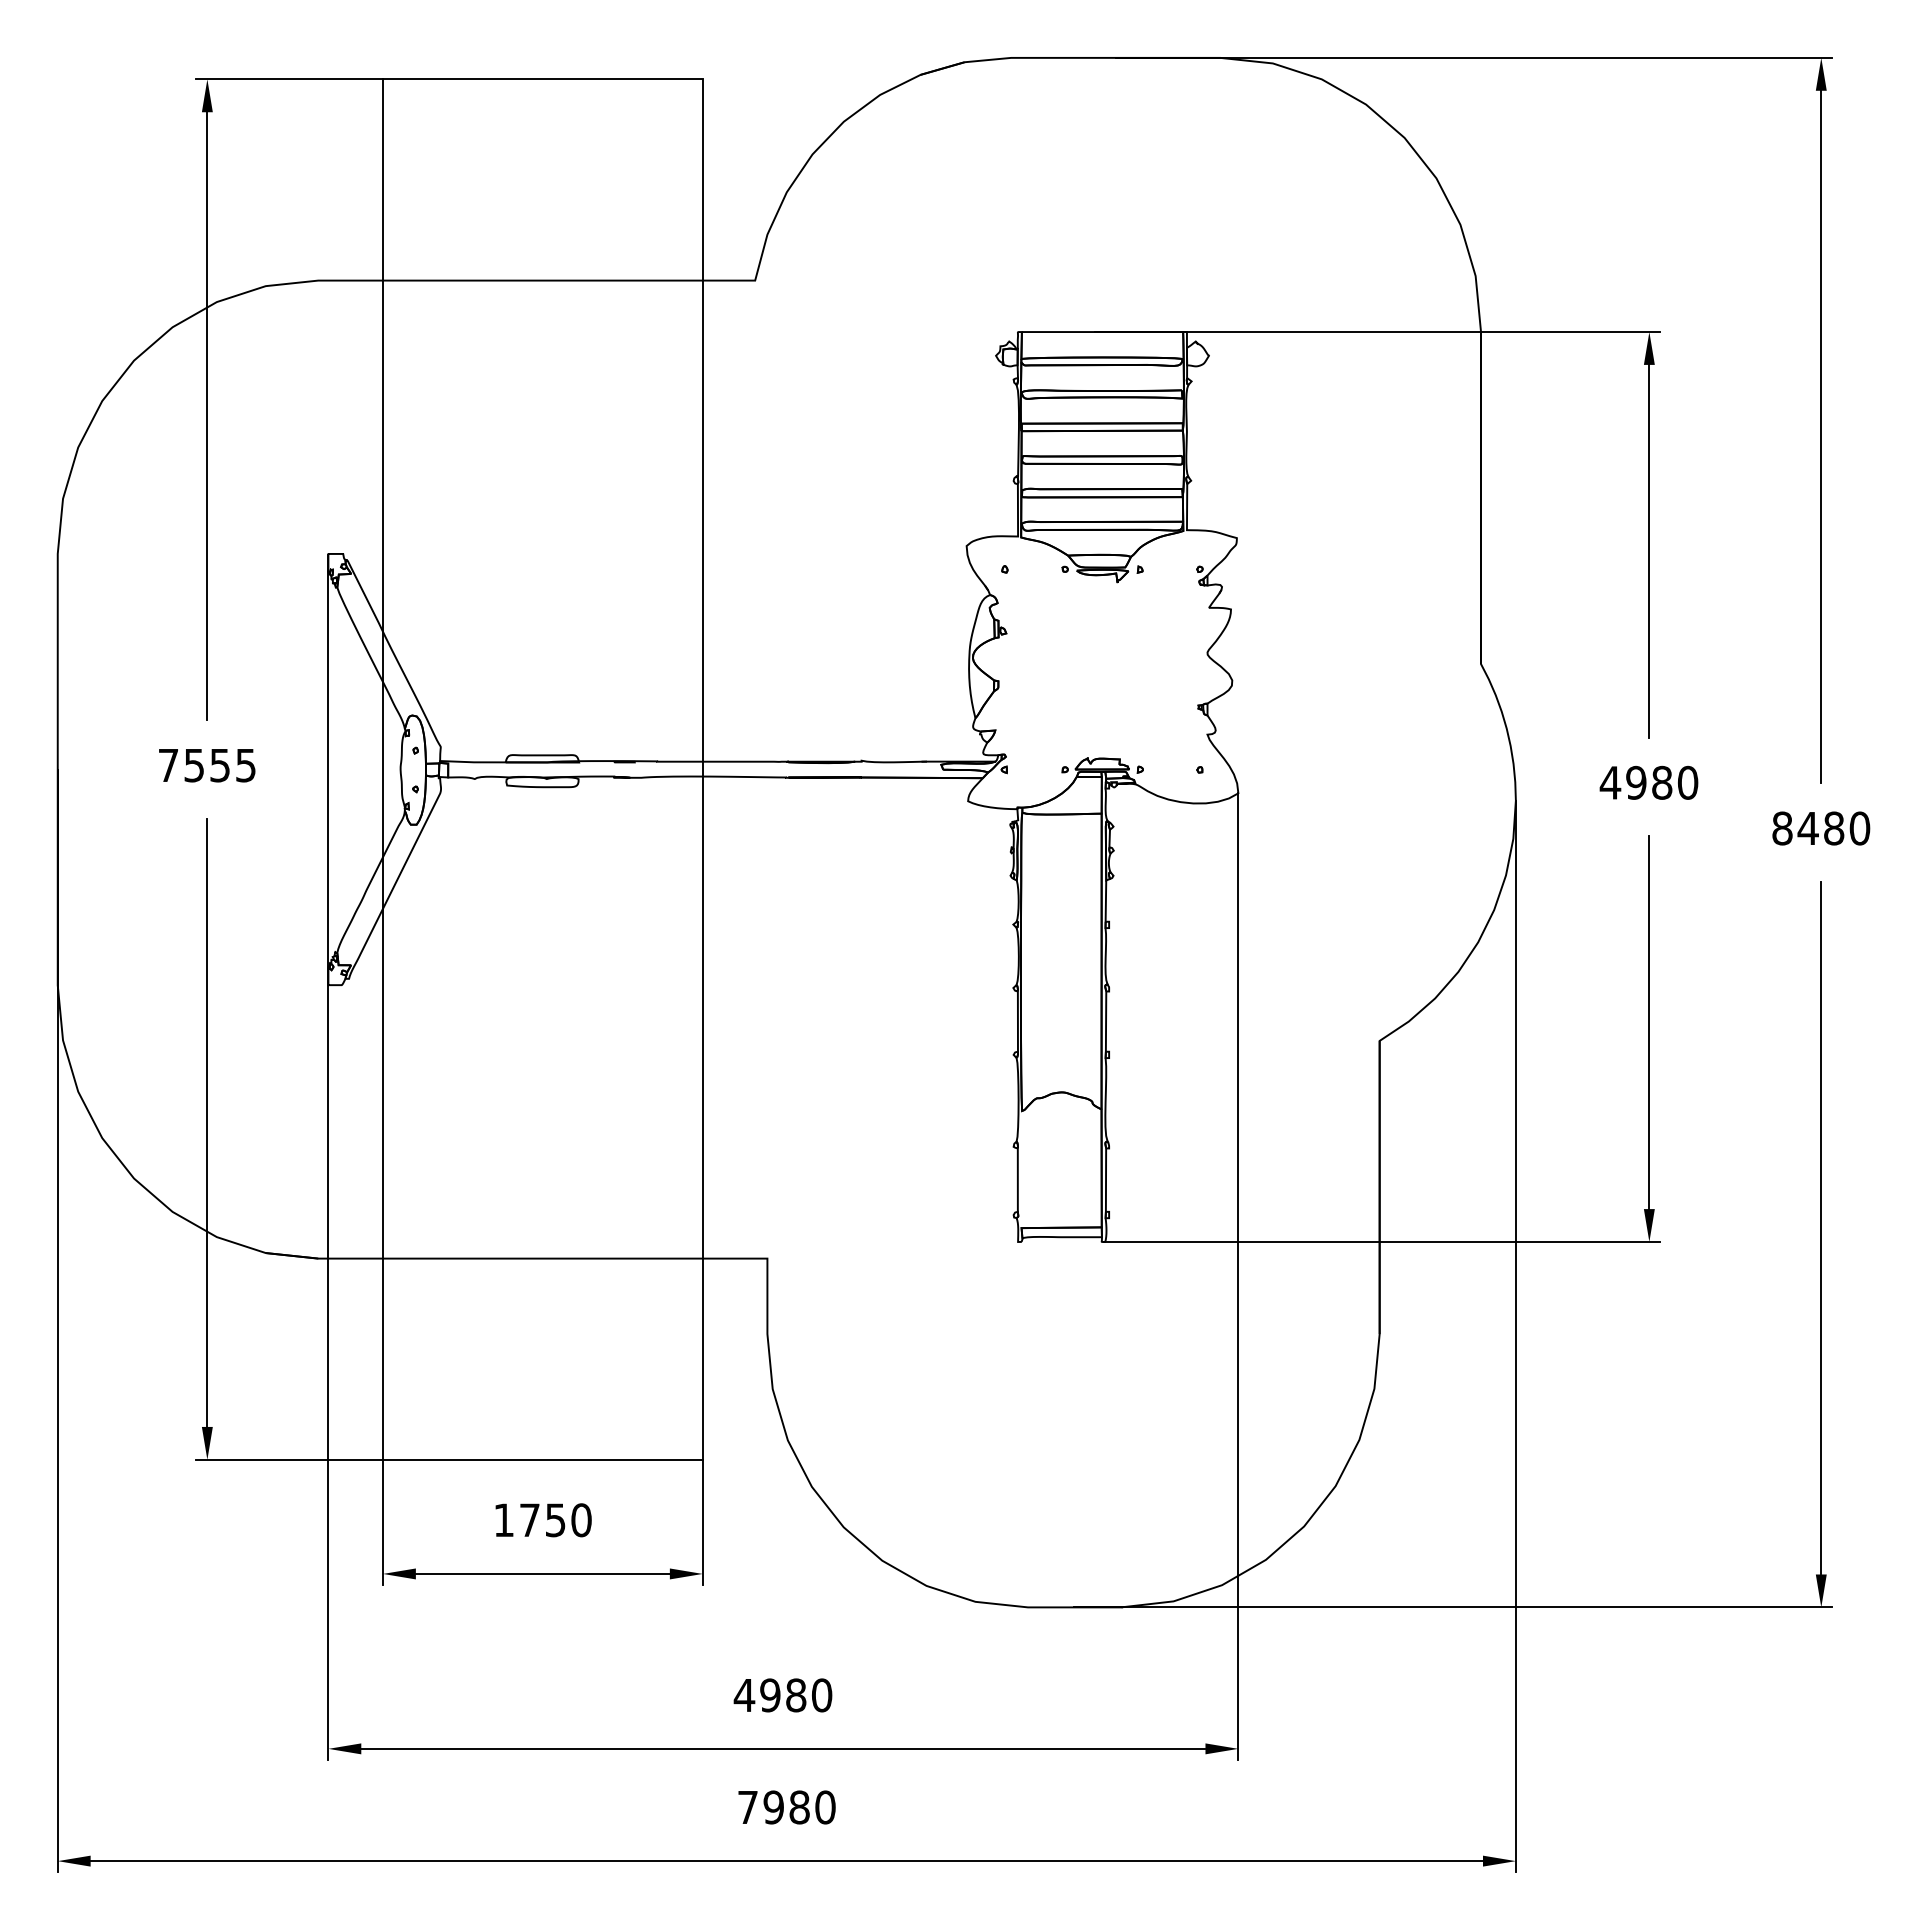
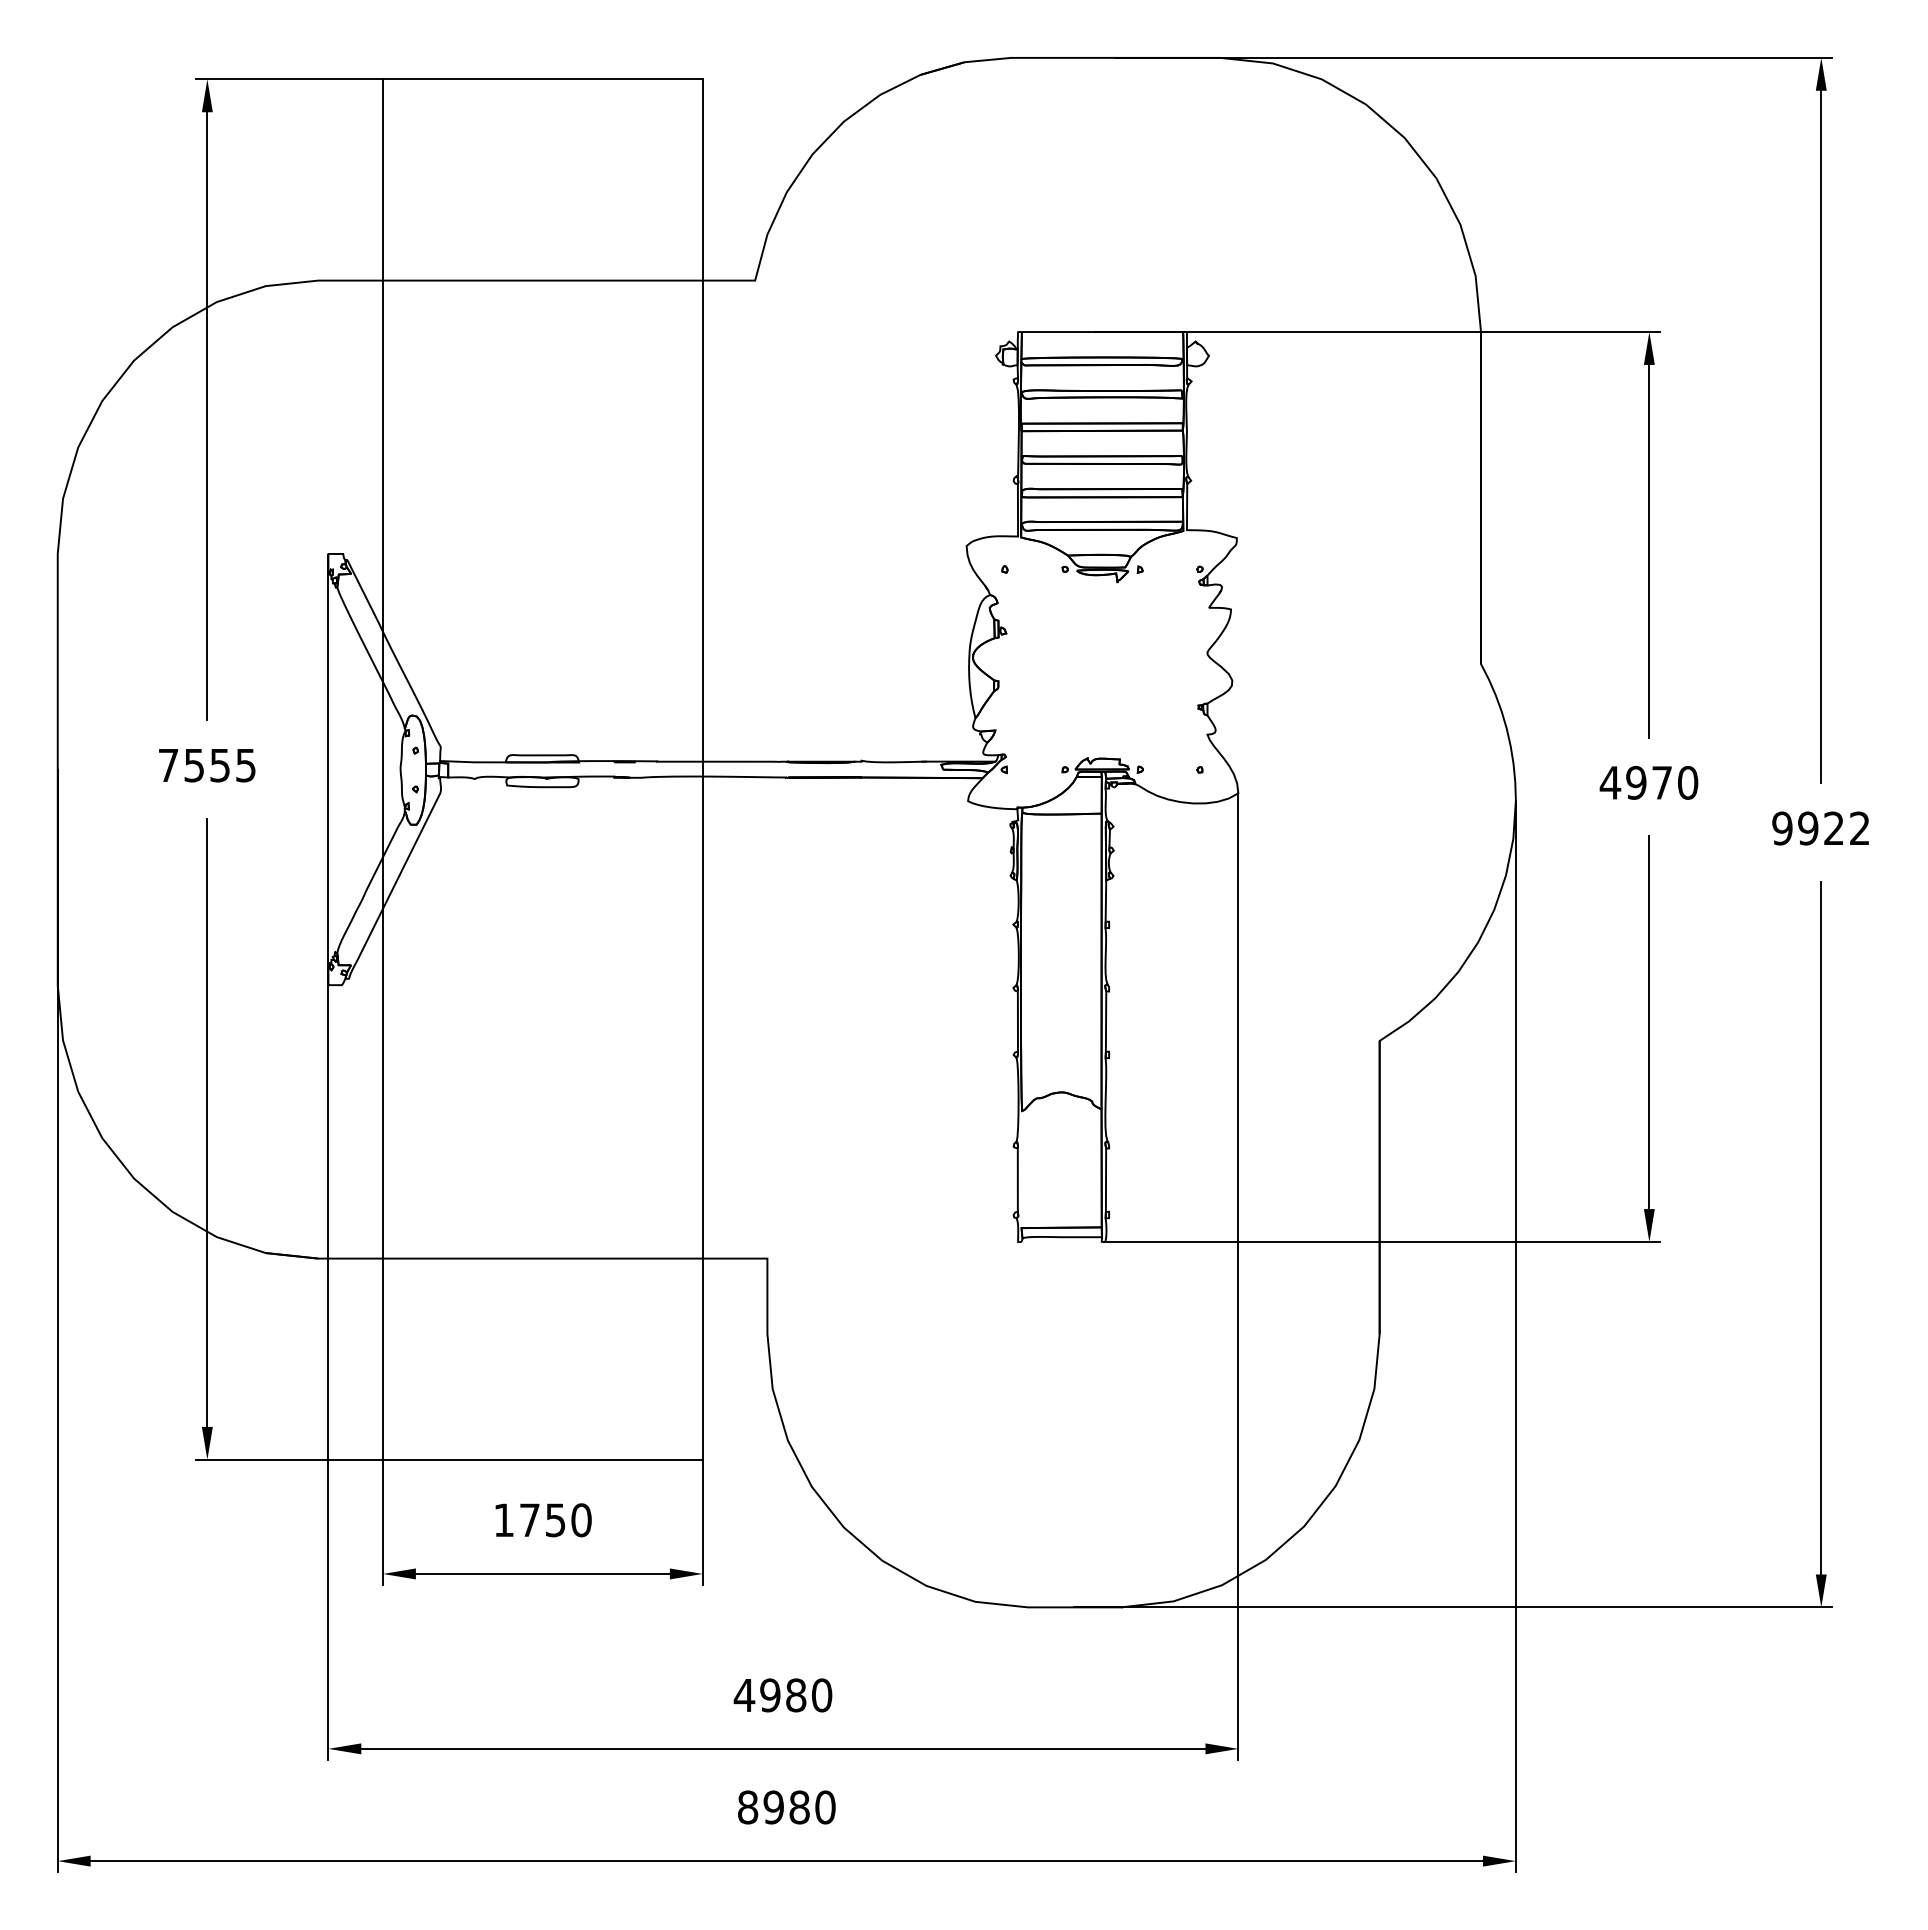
text at (1662, 782): 4980 -> 4970
text at (1821, 828): 8480 -> 9922
text at (748, 1807): 7980 -> 8980
